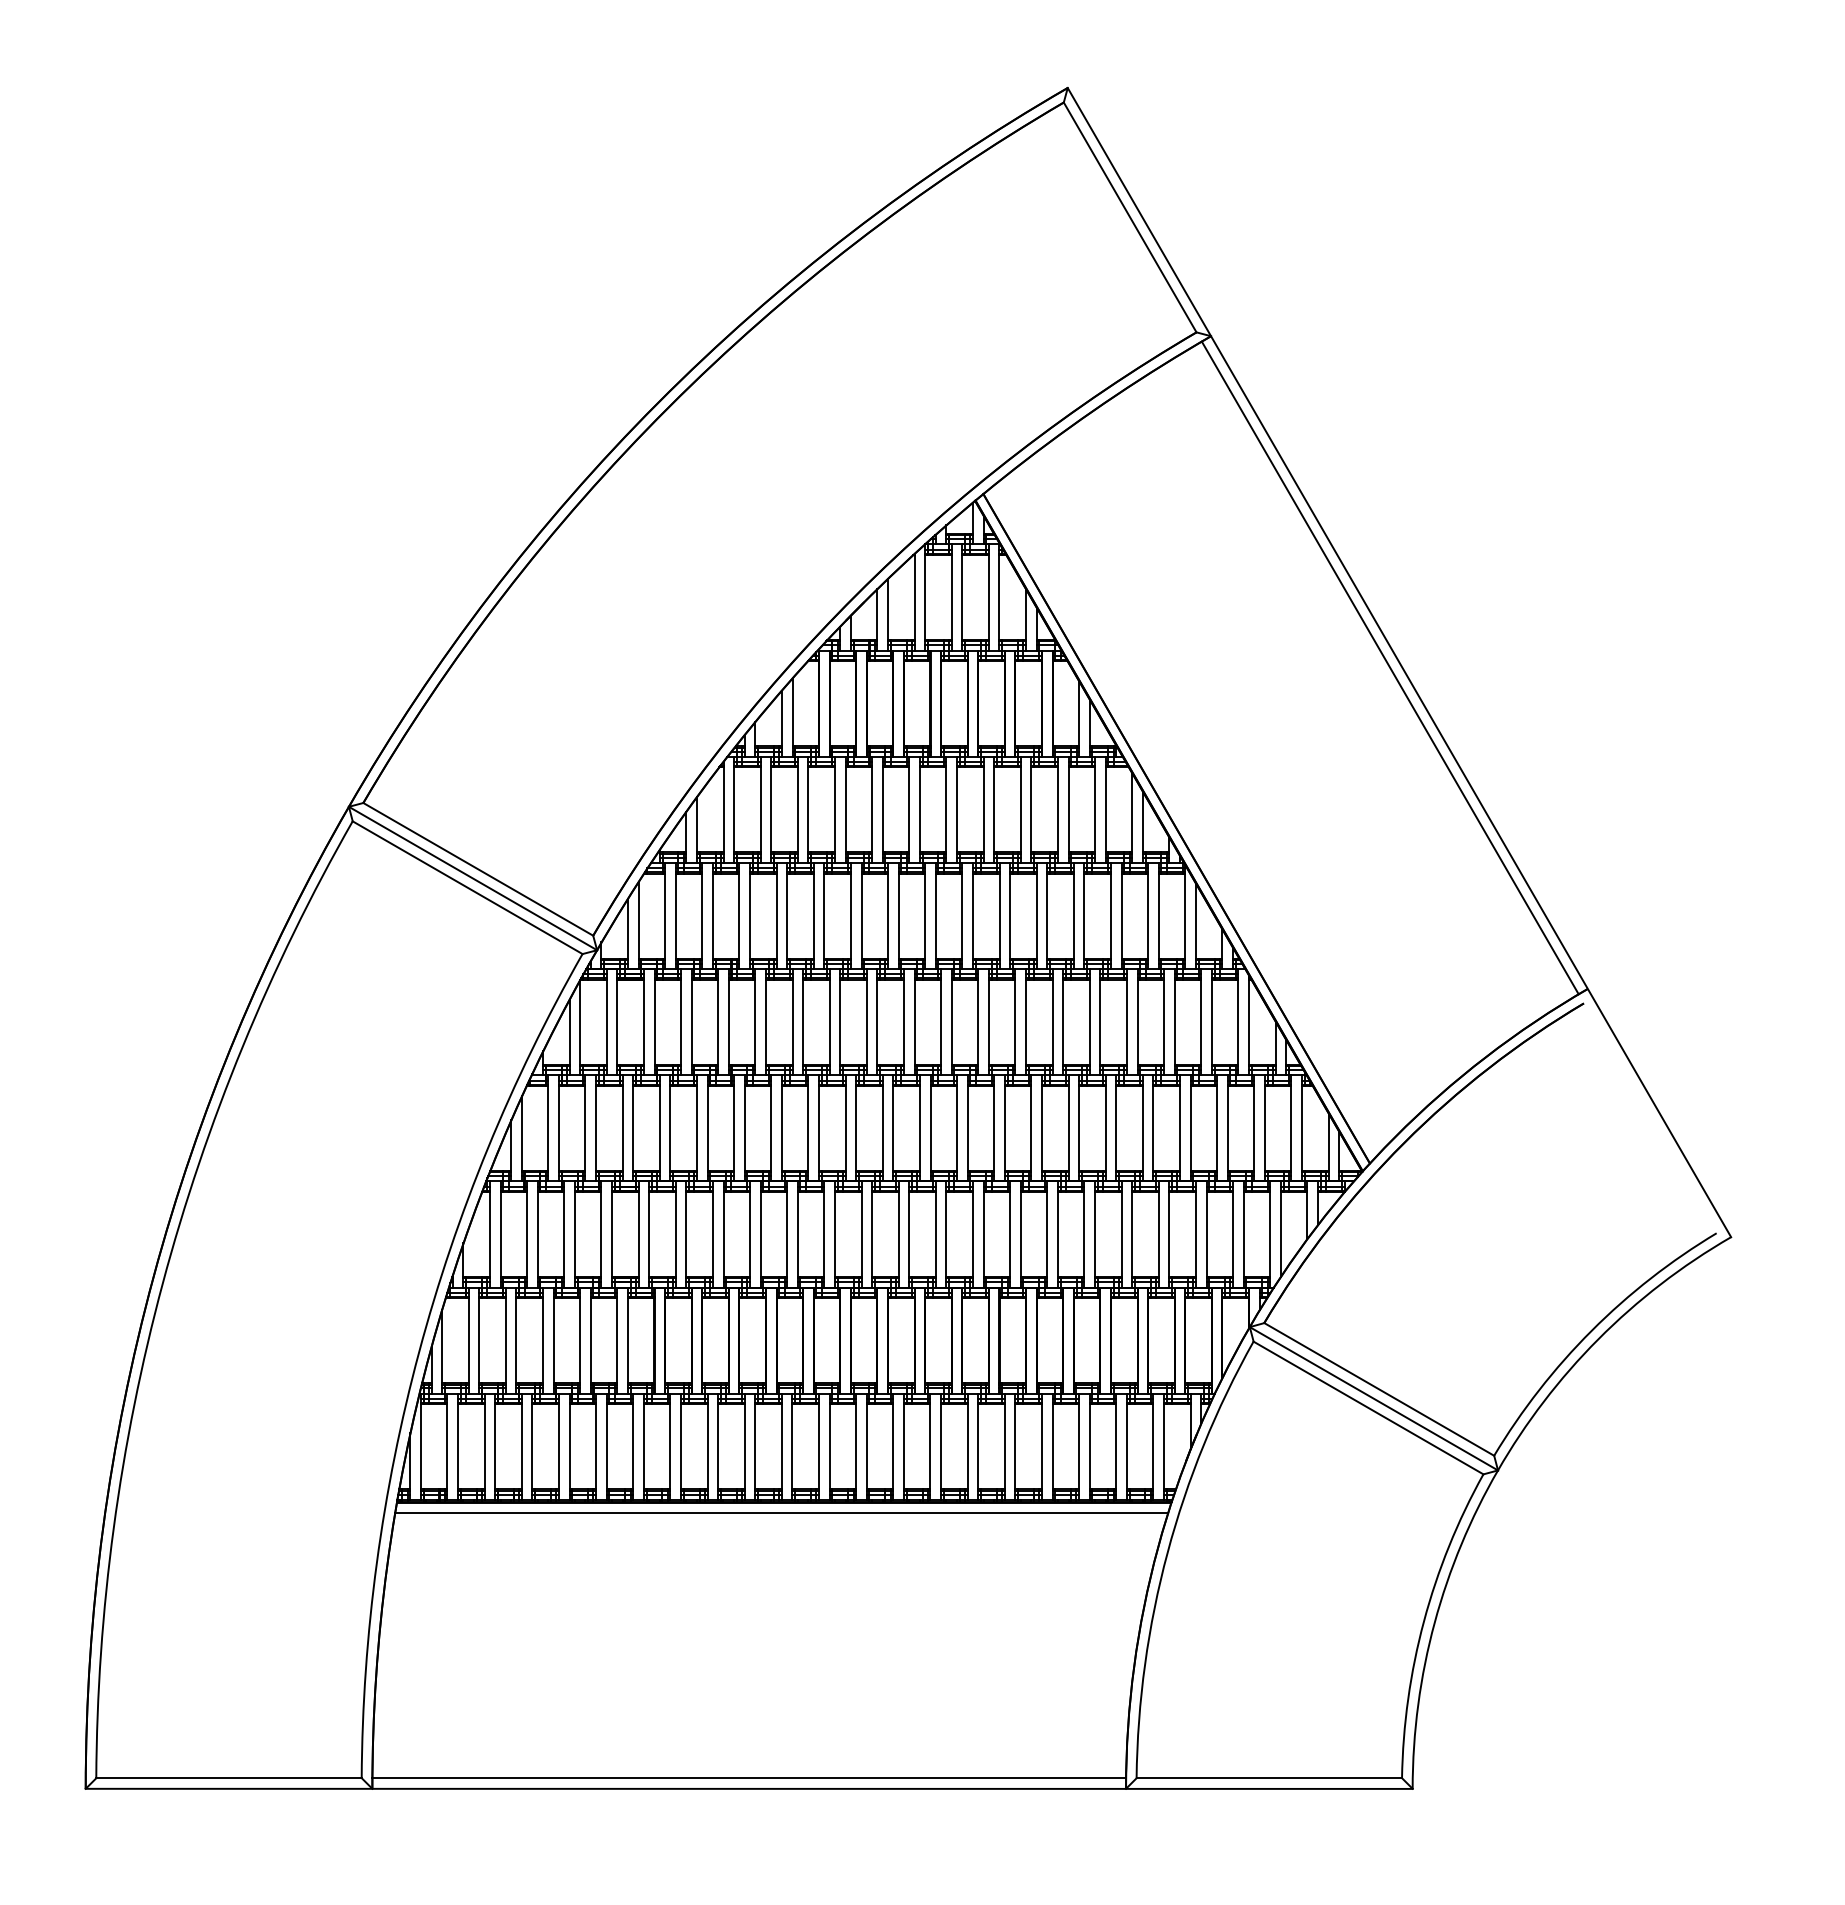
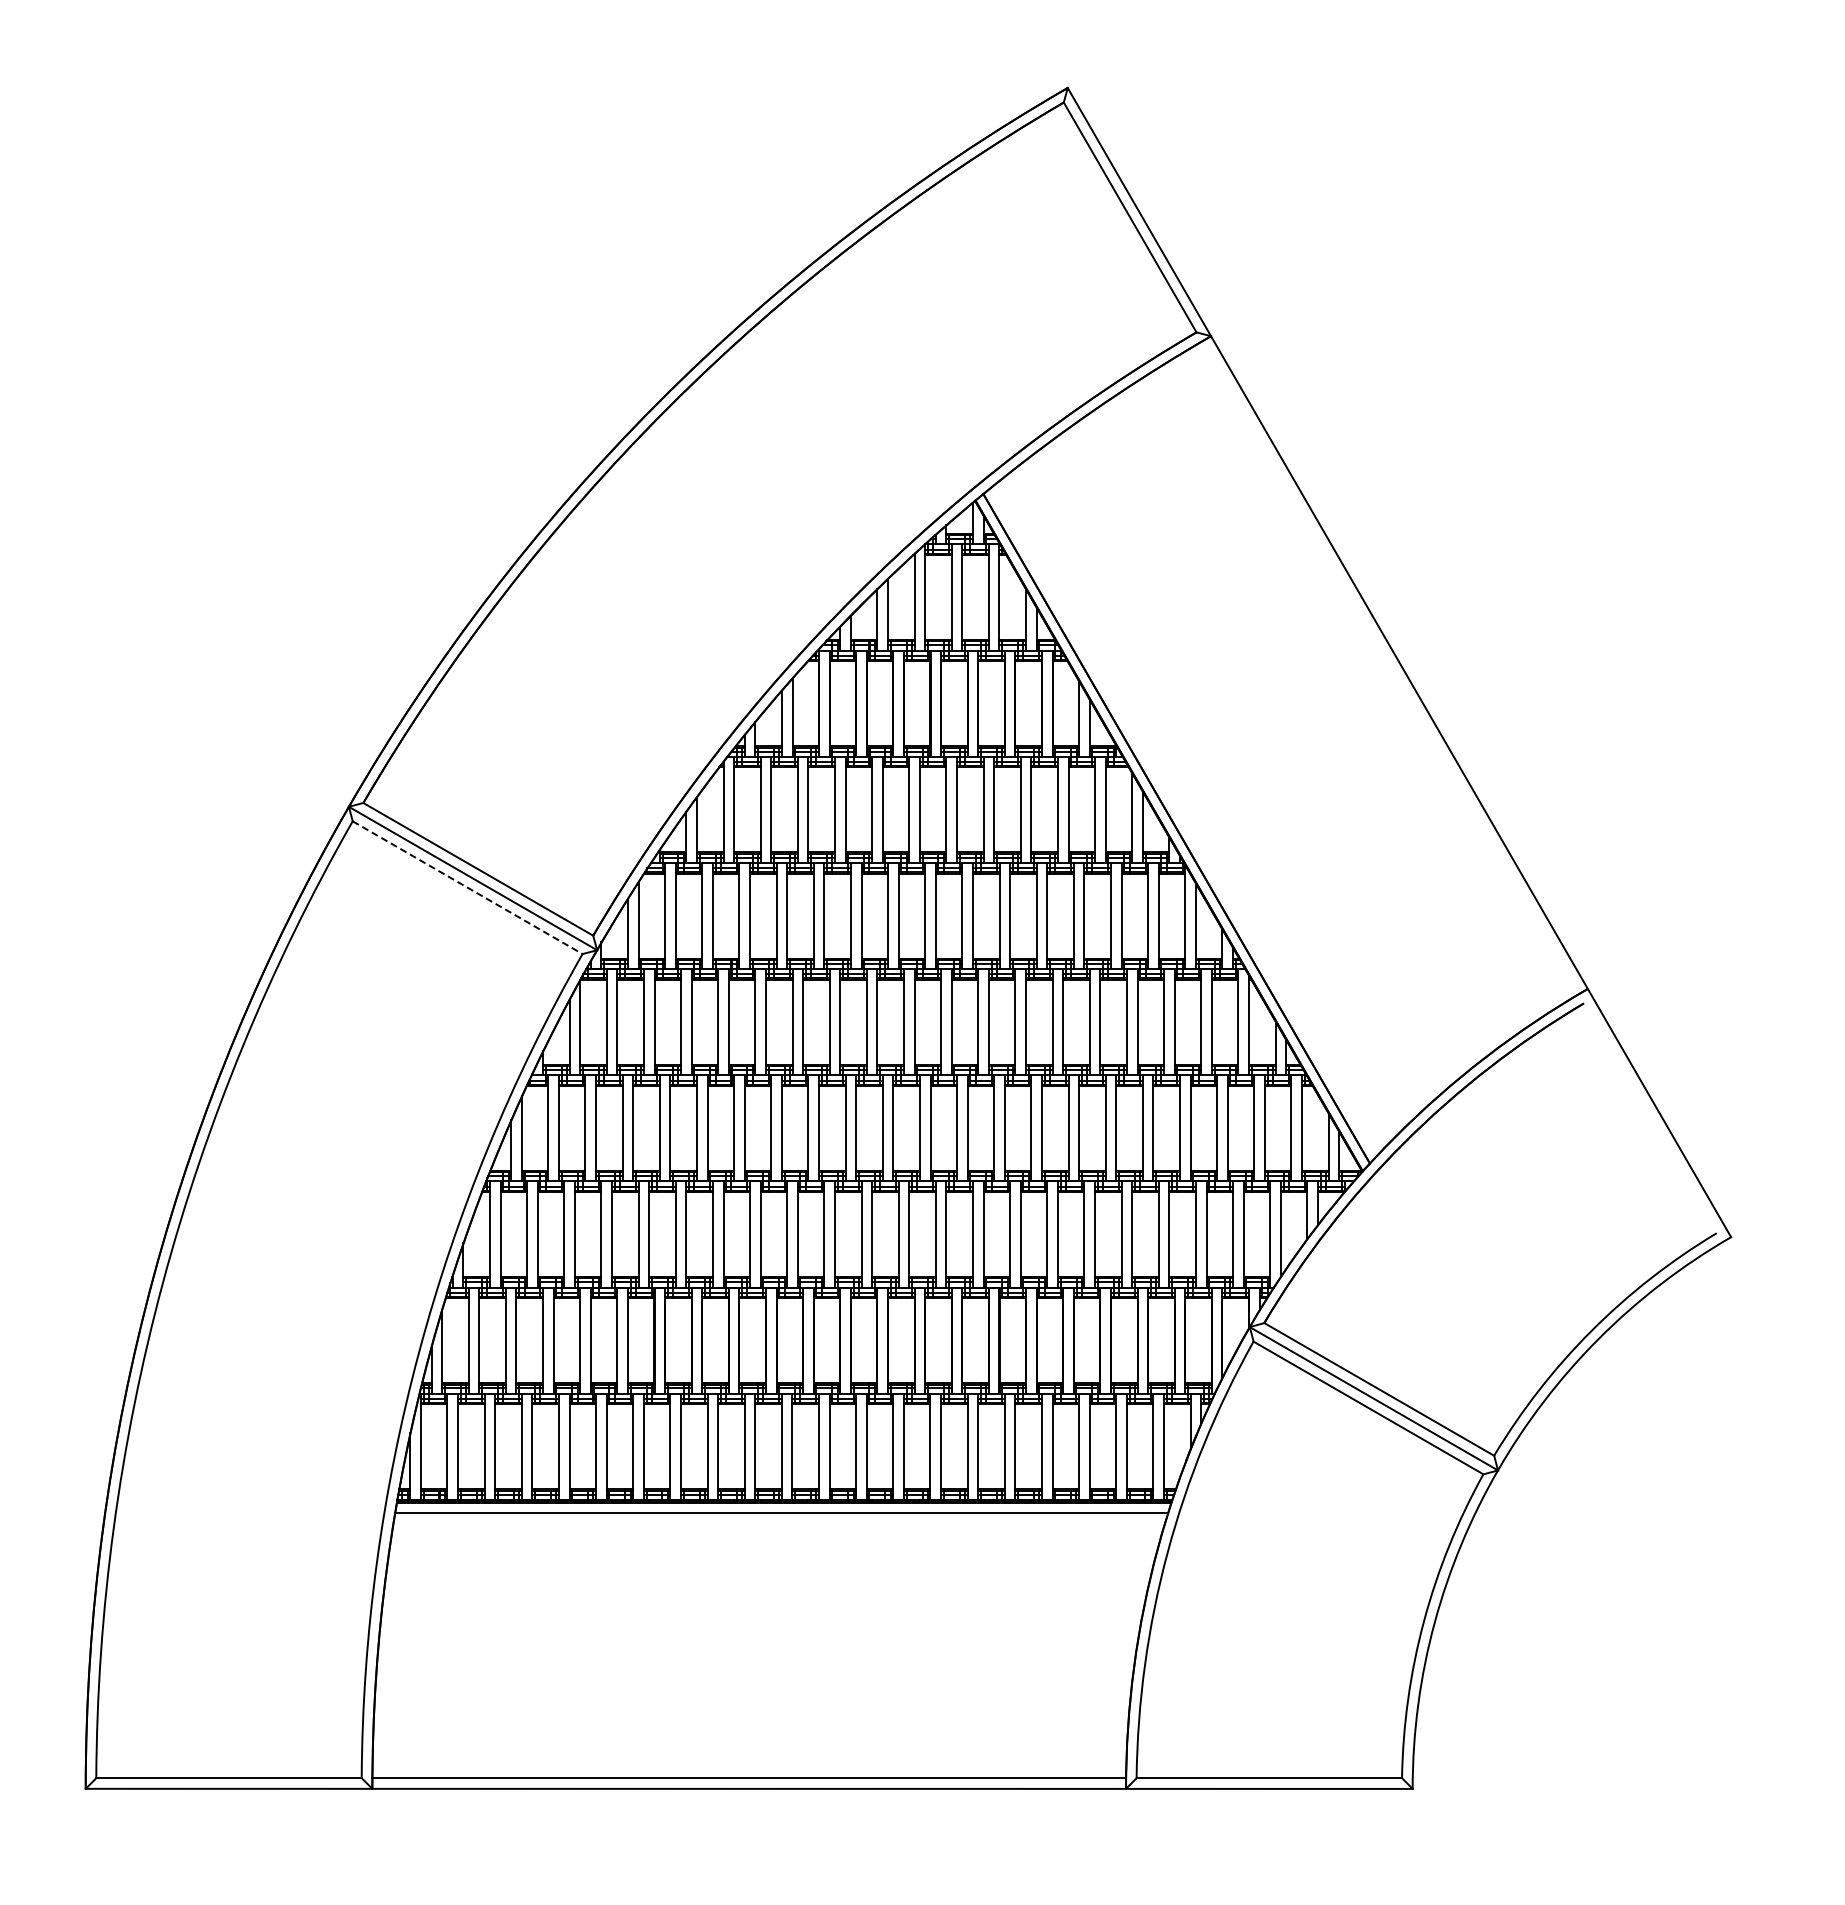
line at (1389, 667): present -> none
line at (467, 887): solid -> dashed
